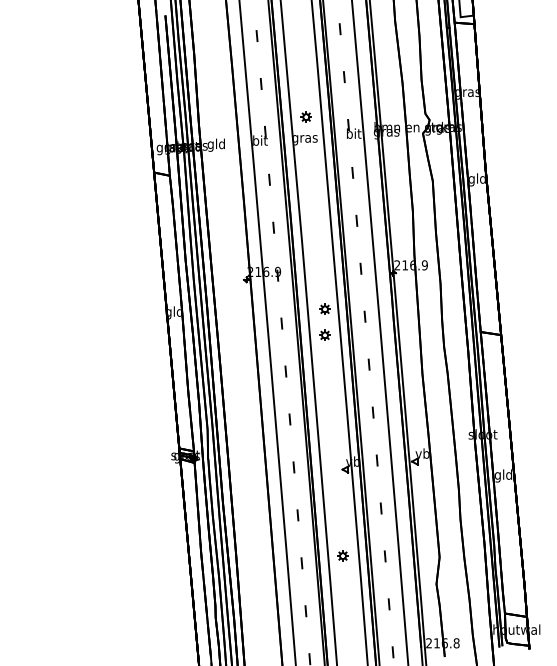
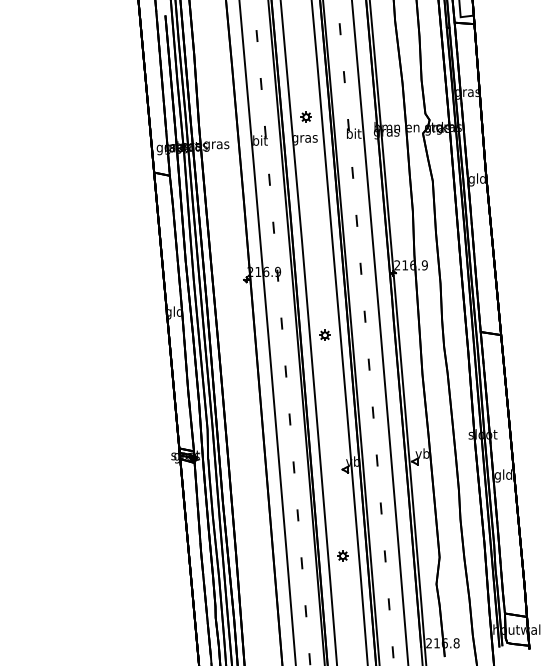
text at (216, 144): gld -> gras
part at (324, 308): present -> none
